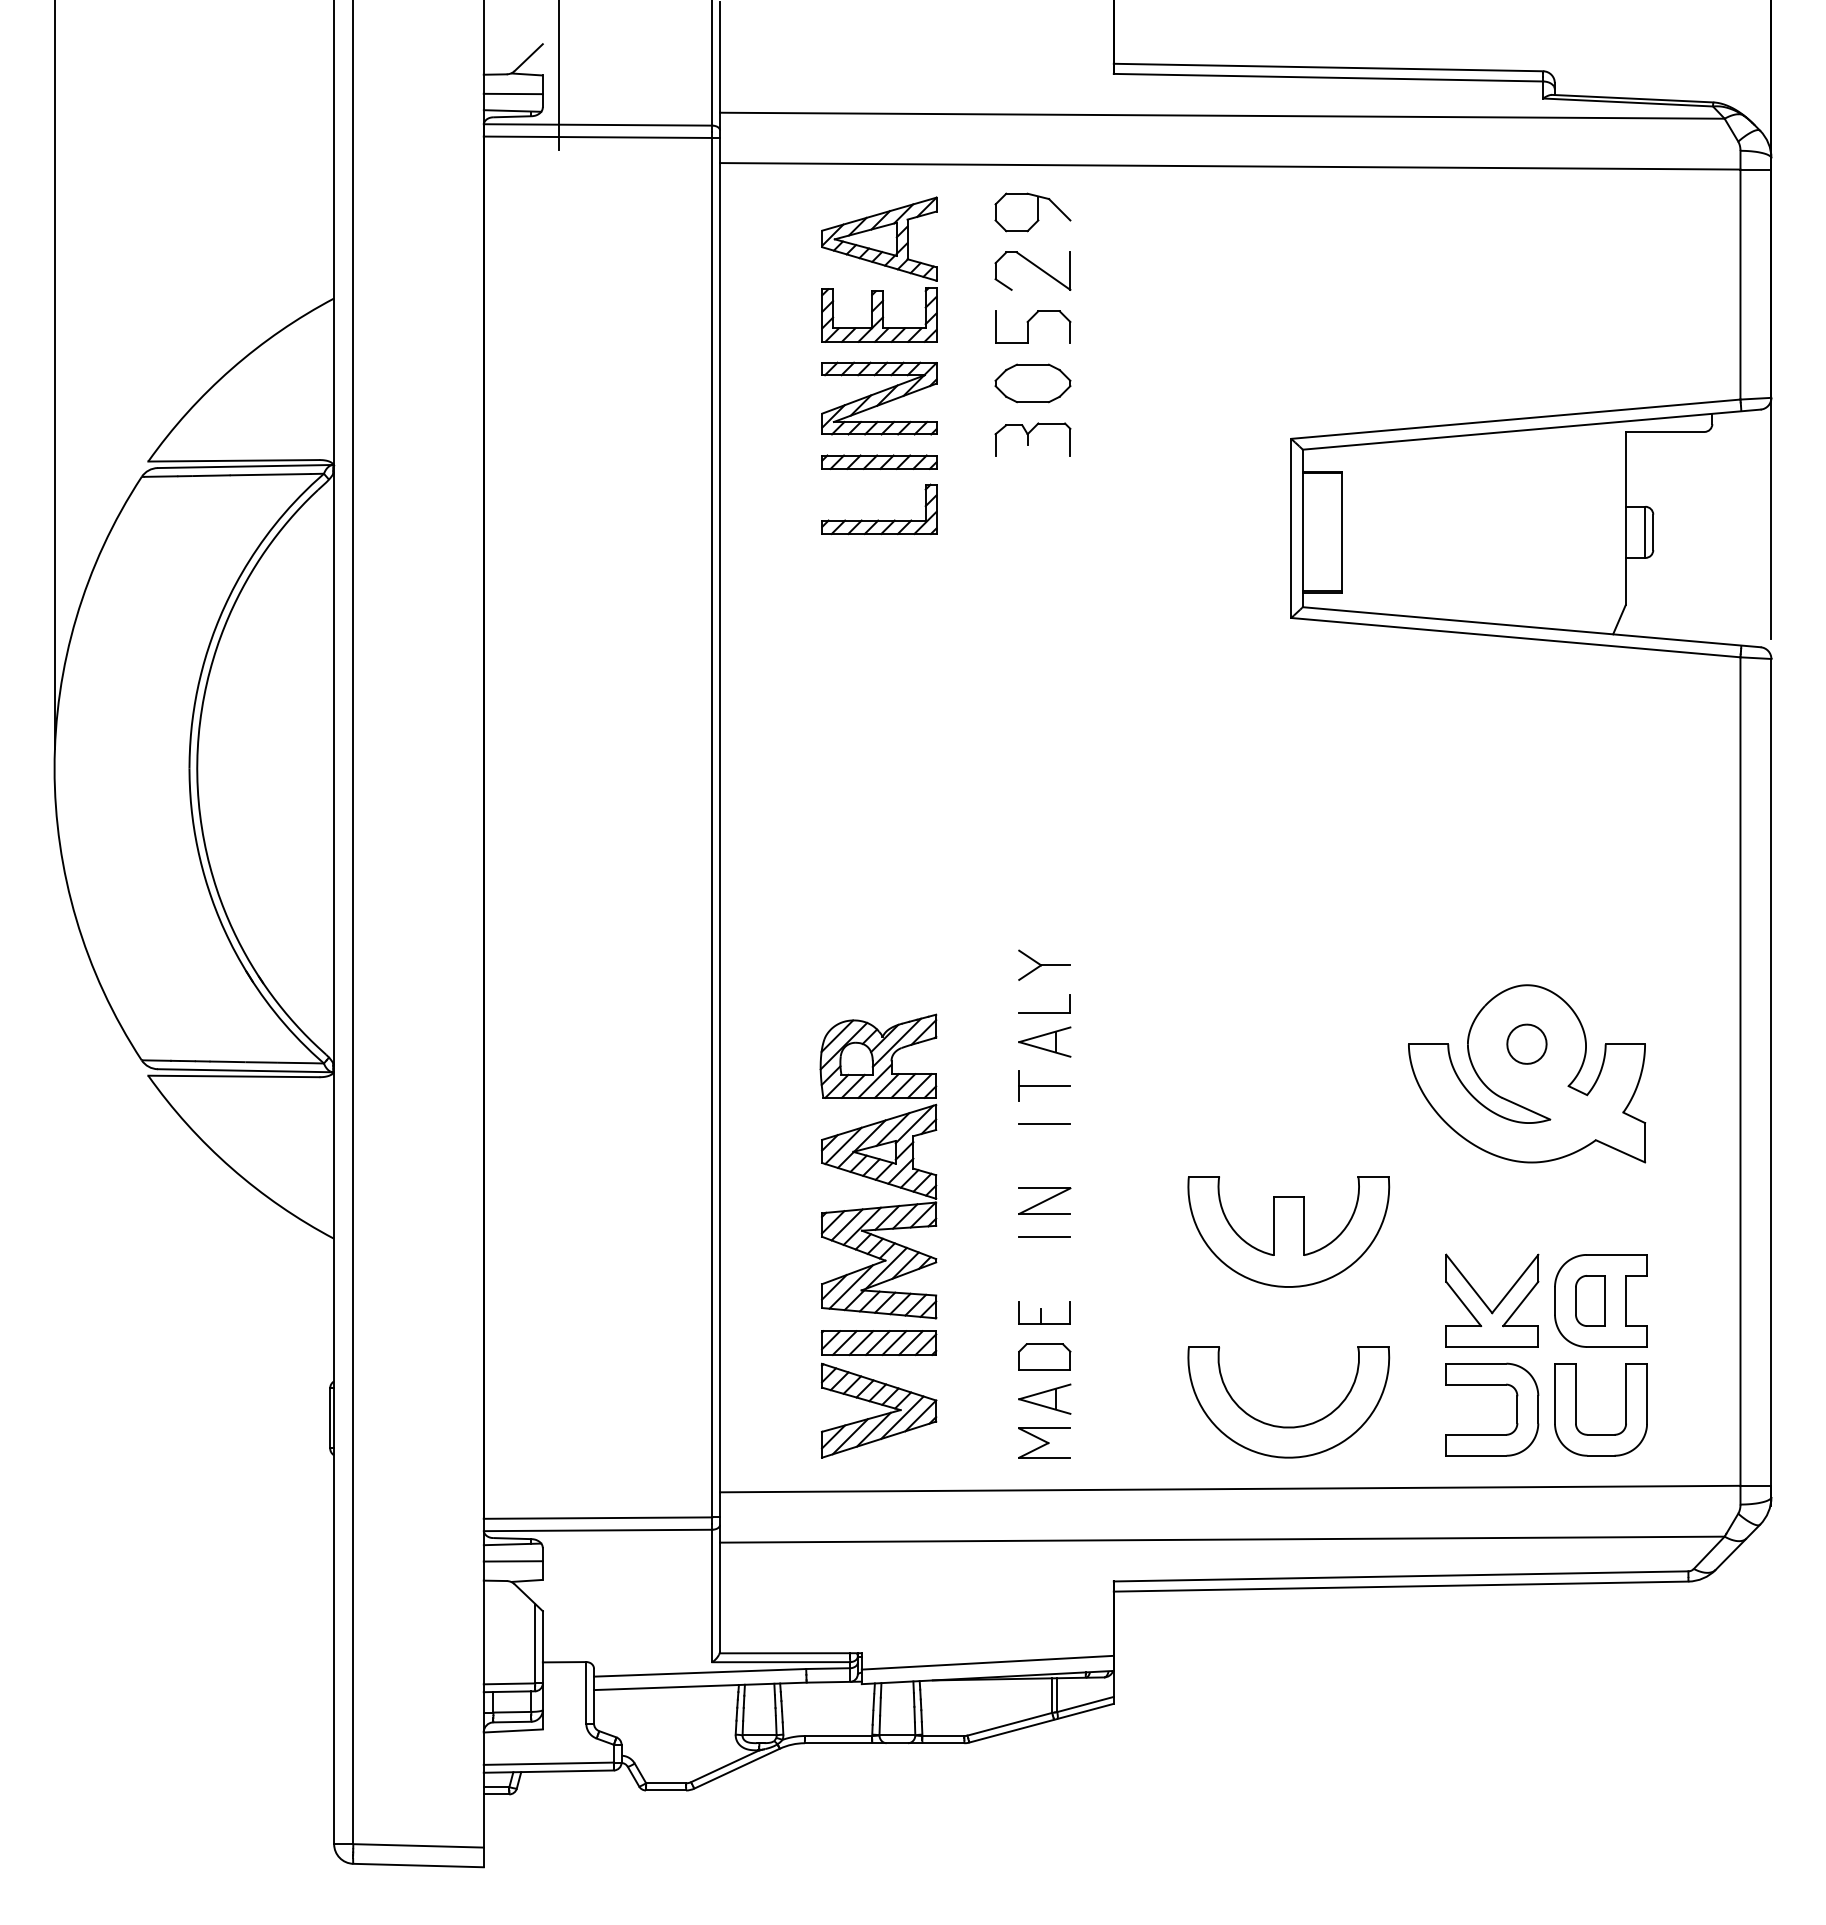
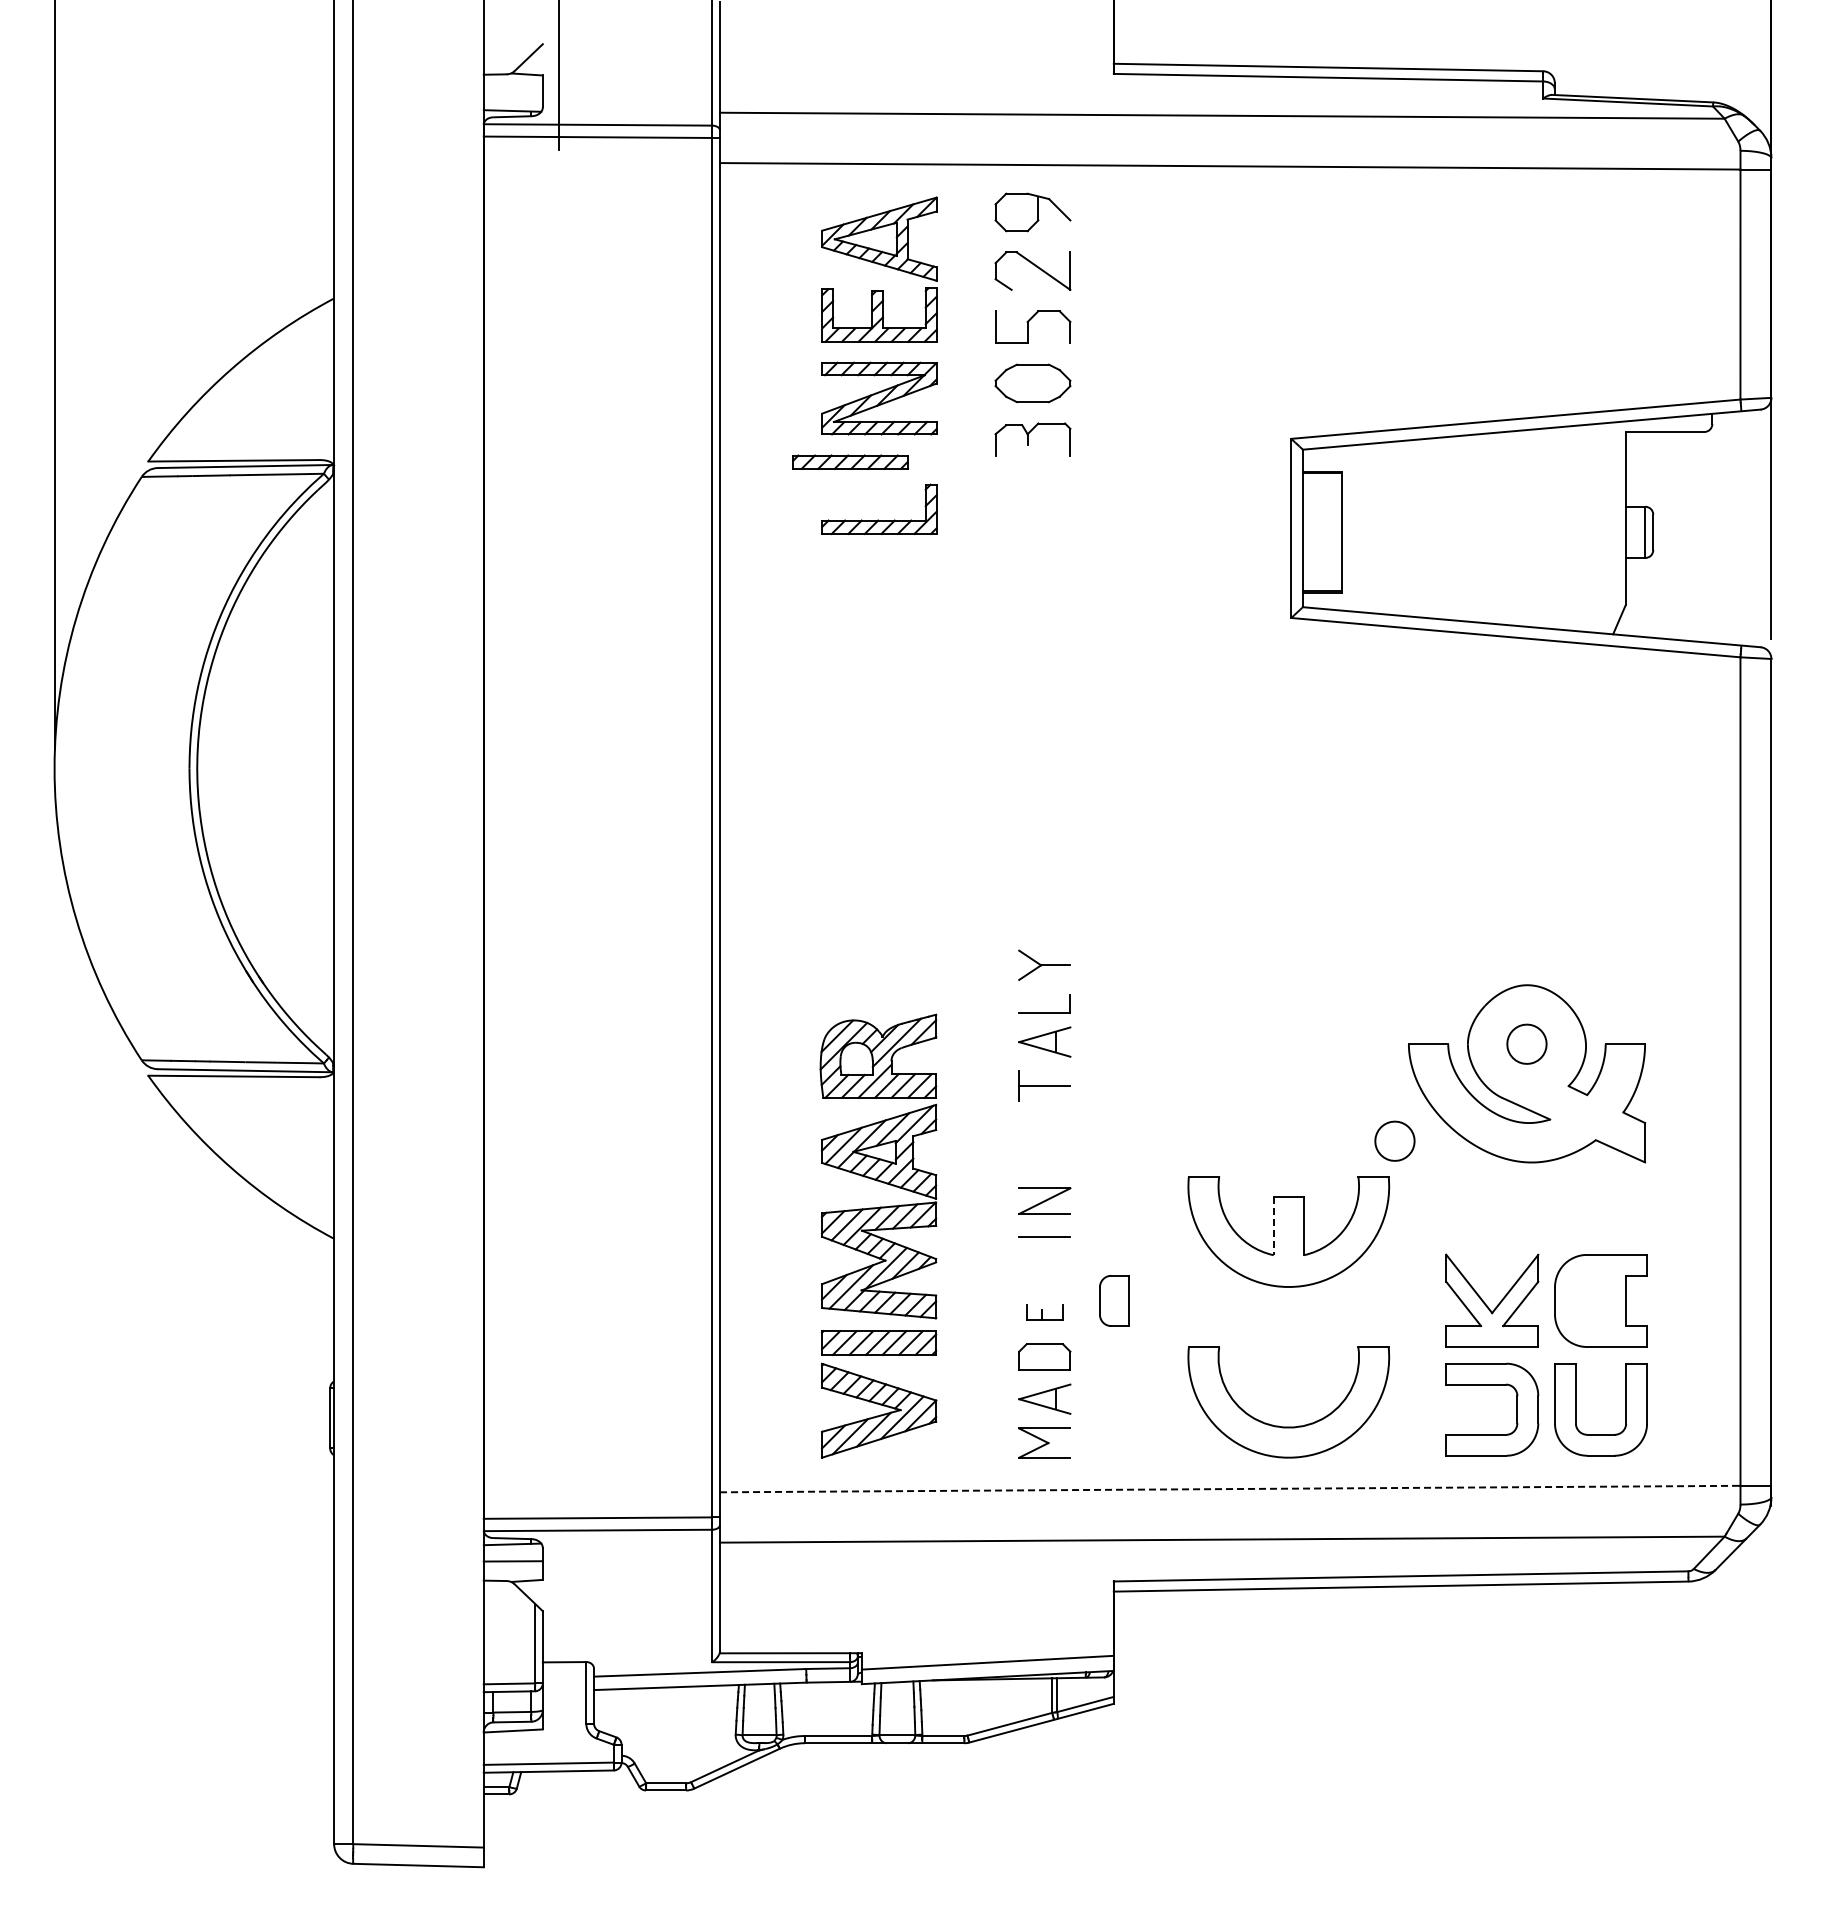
line at (512, 93): present -> none
part at (879, 461) position: (879, 461) -> (850, 461)
line at (1044, 1123): present -> none
part at (1394, 1140): none -> present
line at (1273, 1226): solid -> dashed
part at (1590, 1300) position: (1590, 1300) -> (1114, 1300)
part at (1044, 1312) size: 53x24 px -> 38x17 px
line at (1230, 1489): solid -> dashed
